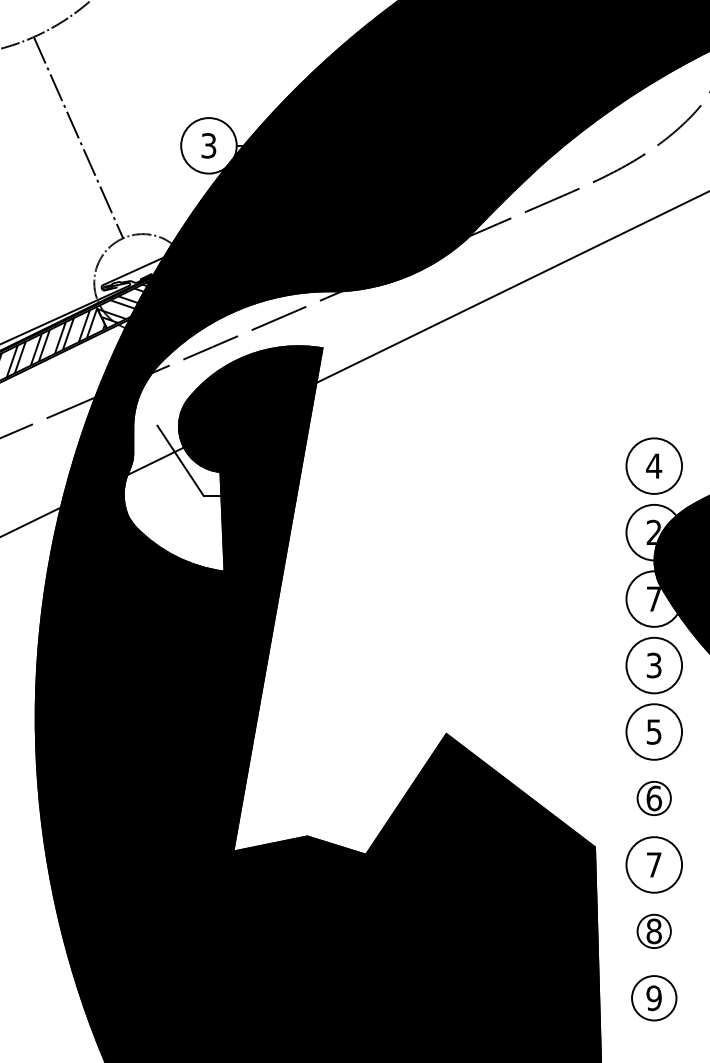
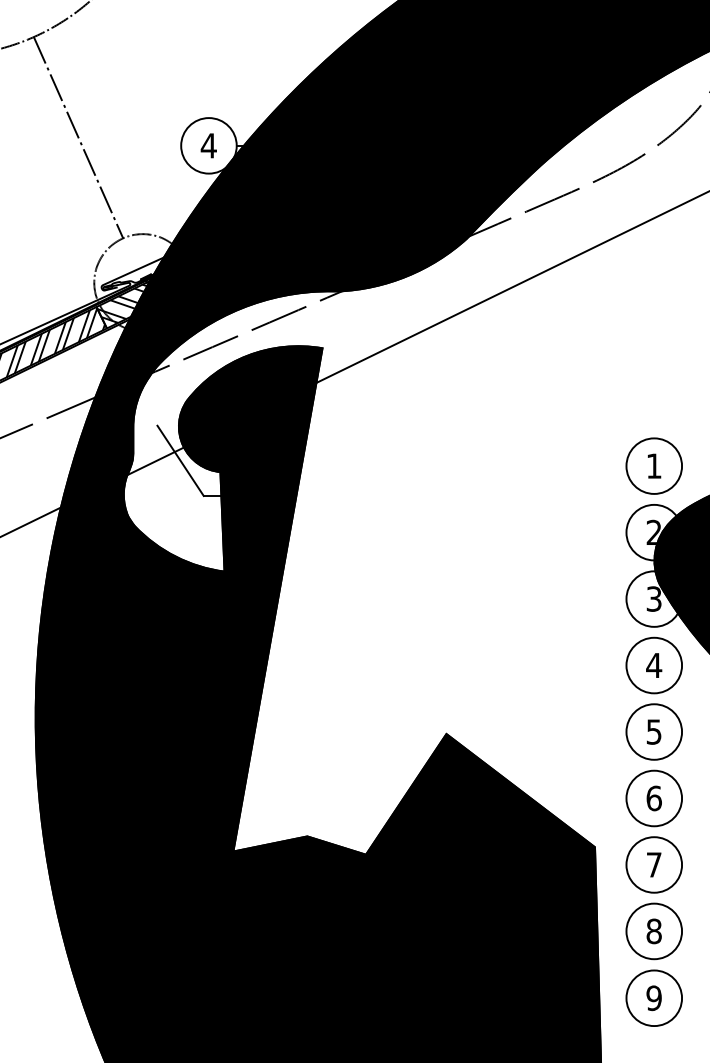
text at (208, 145): 3 -> 4
text at (654, 465): 4 -> 1
text at (653, 598): 7 -> 3
text at (654, 665): 3 -> 4
circle at (653, 798) diameter: 33 px -> 56 px
circle at (653, 931) diameter: 33 px -> 56 px
circle at (654, 998) diameter: 44 px -> 56 px
